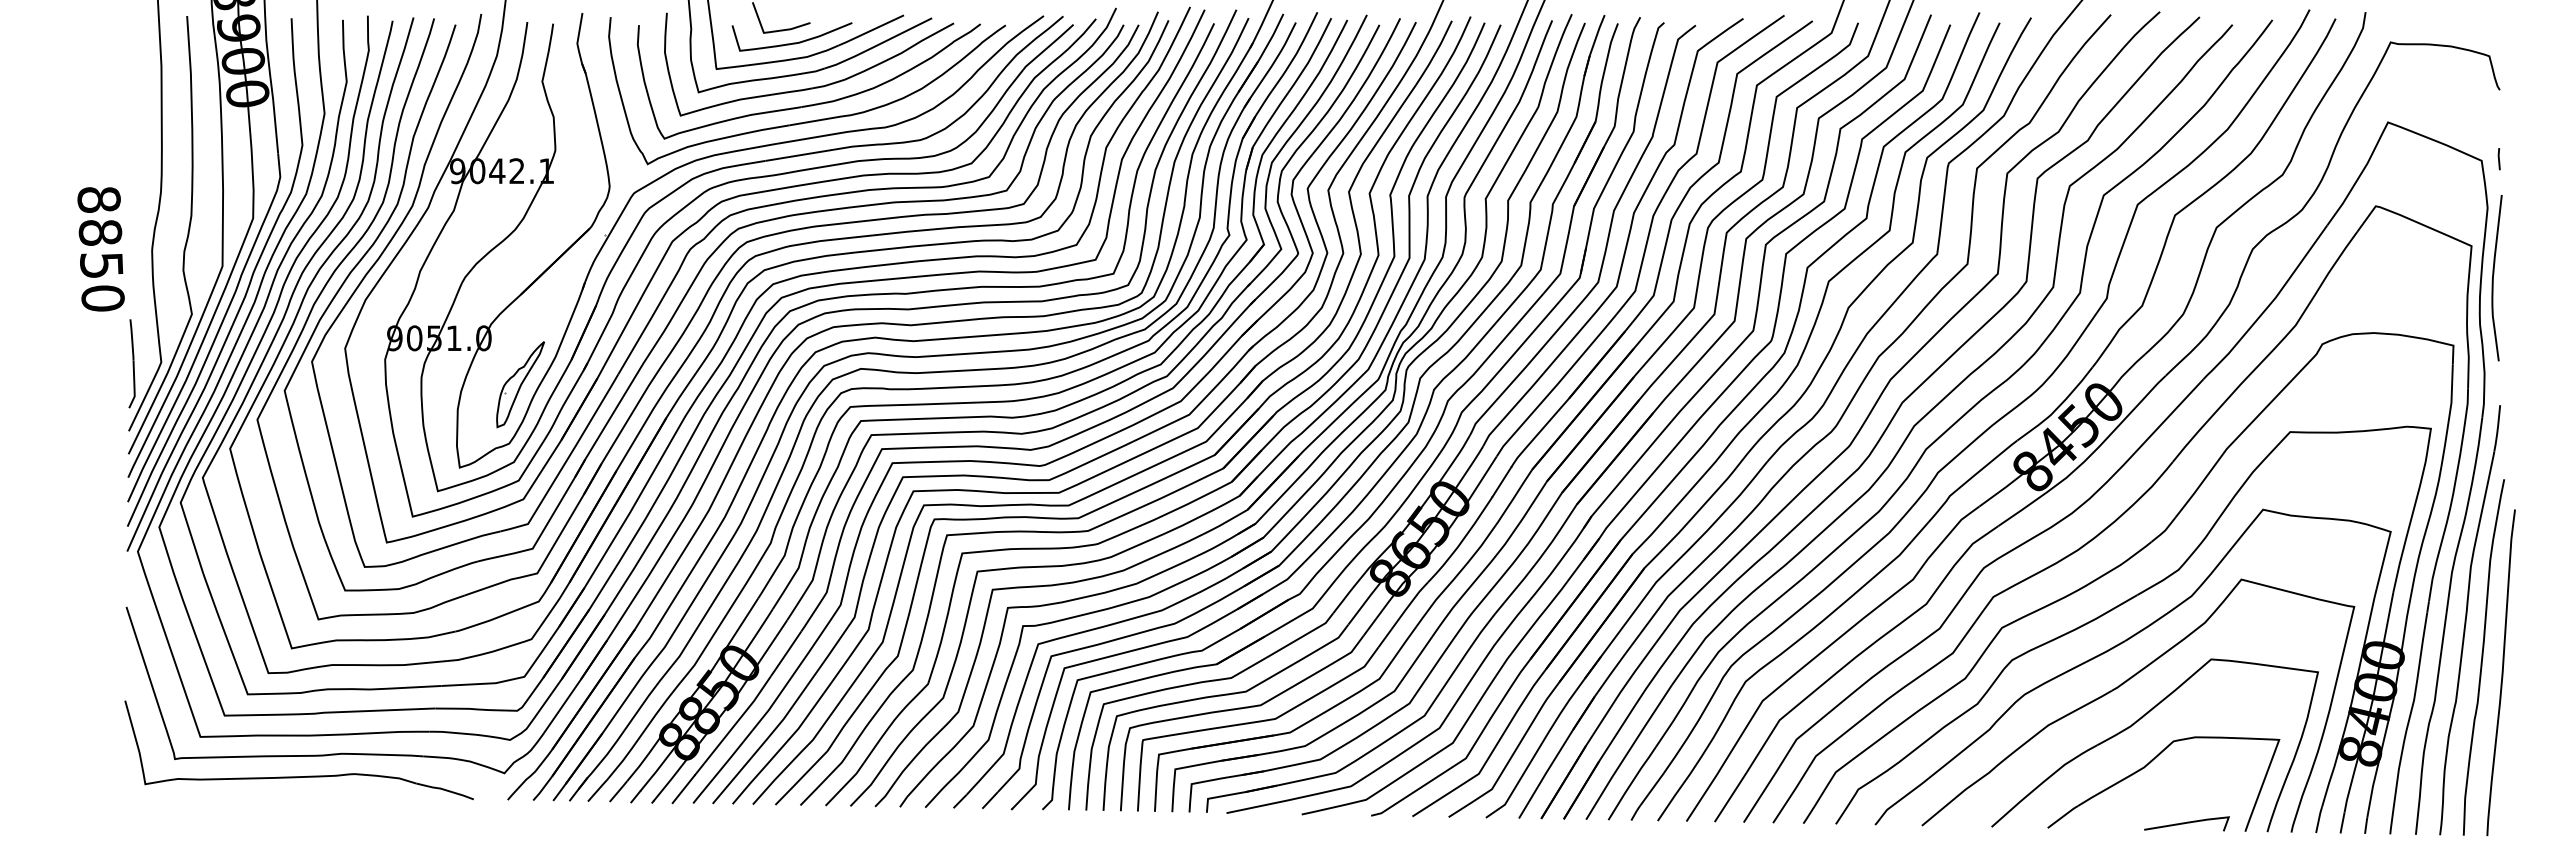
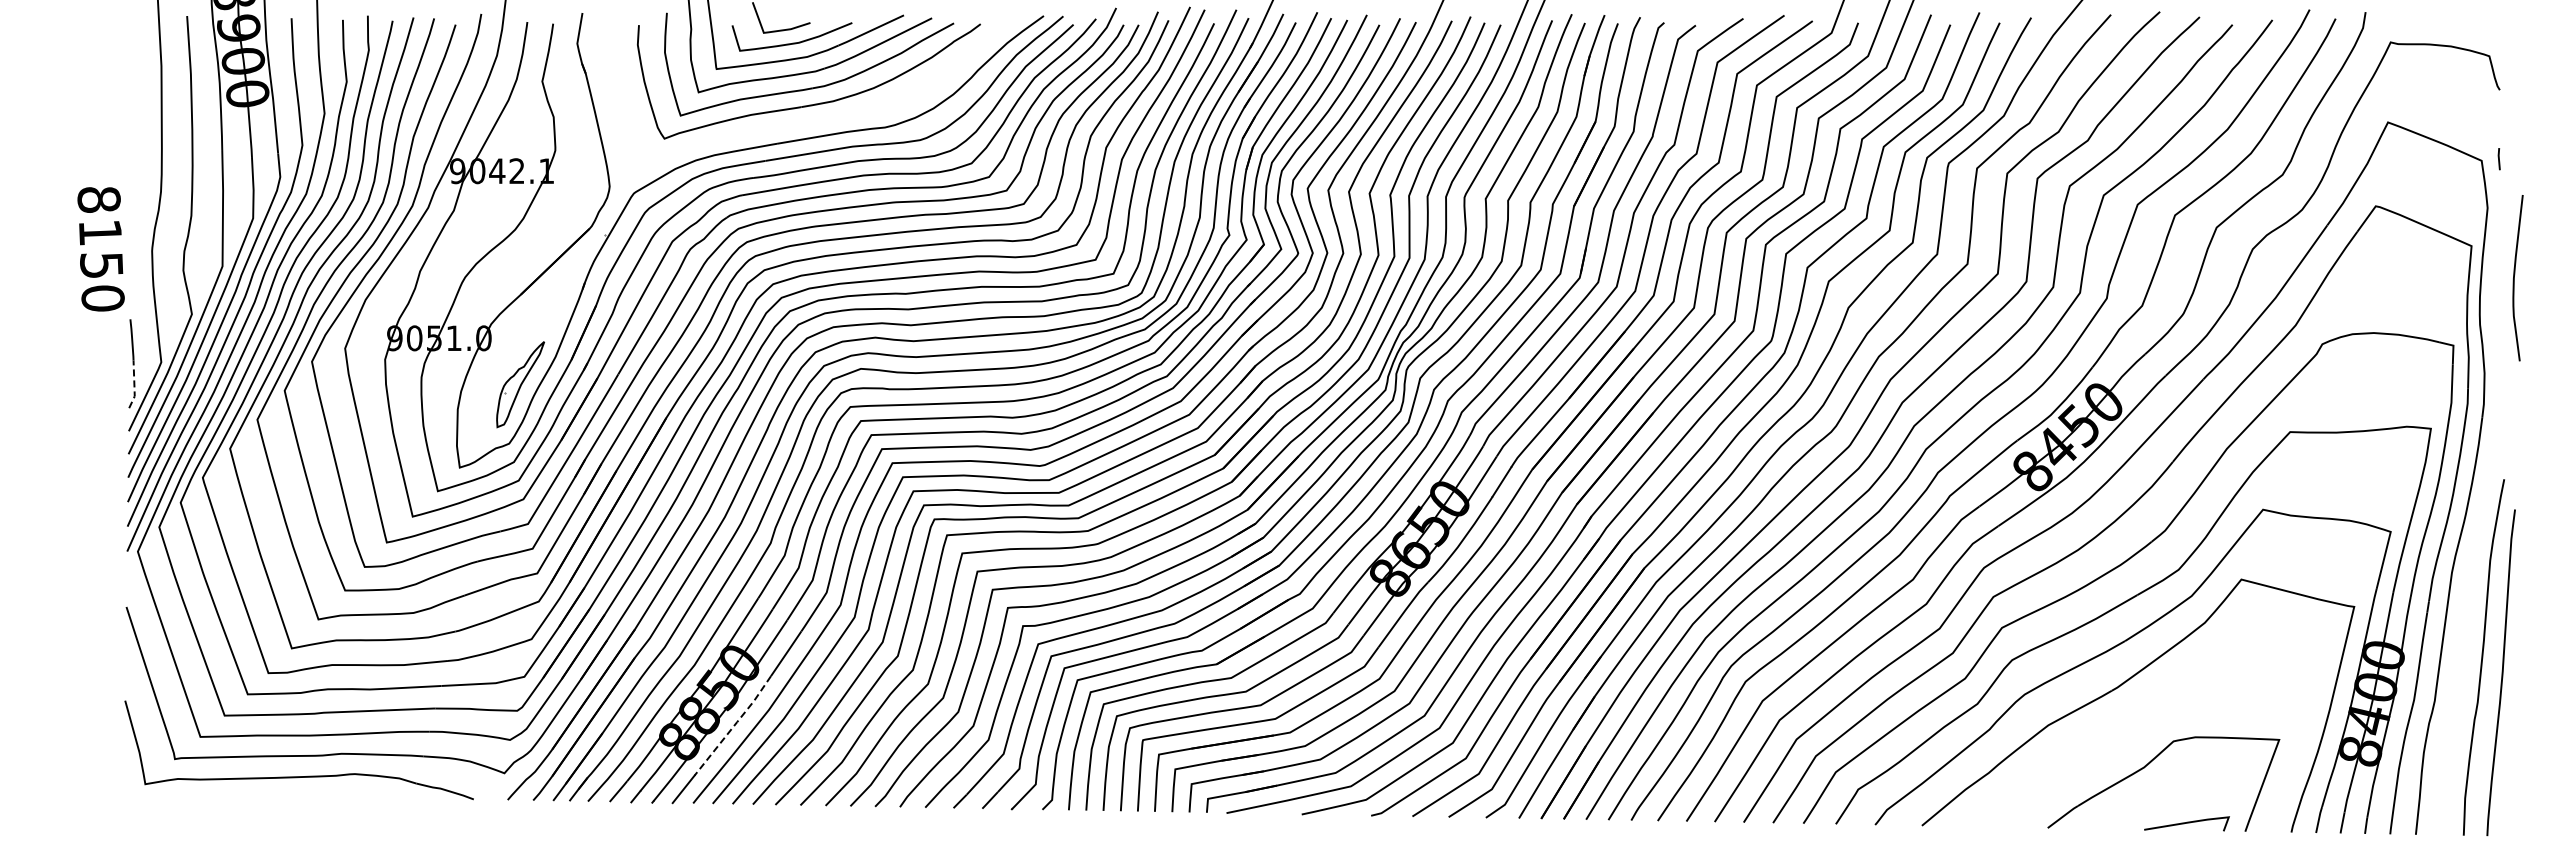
part at (810, 120): present -> none
text at (100, 232): 8850 -> 8150
curve at (2493, 278) position: (2493, 278) -> (2514, 278)
line at (134, 385): solid -> dashed
part at (2469, 620): present -> none
part at (2137, 722): present -> none
line at (734, 725): solid -> dashed
